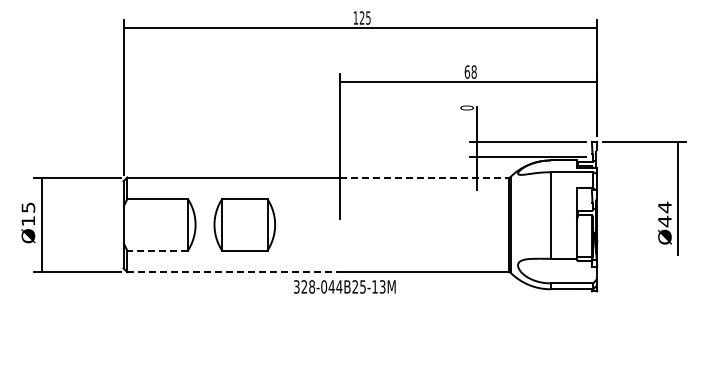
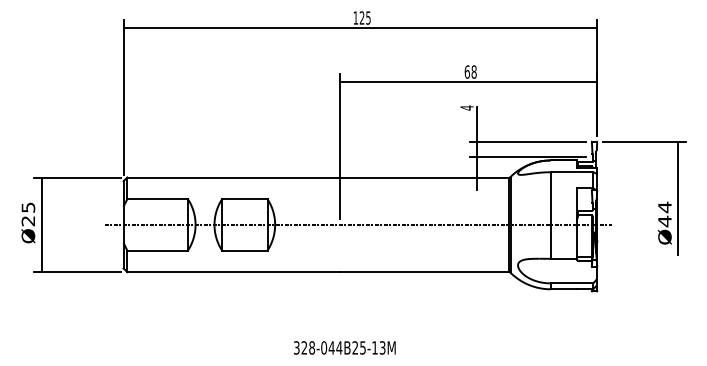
text at (466, 107): 0 -> 4
line at (424, 177): dashed -> solid
text at (27, 221): Ø15 -> Ø25
line at (358, 224): none -> present
line at (157, 250): dashed -> solid
line at (233, 272): dashed -> solid
text at (344, 286) position: (344, 286) -> (344, 347)
